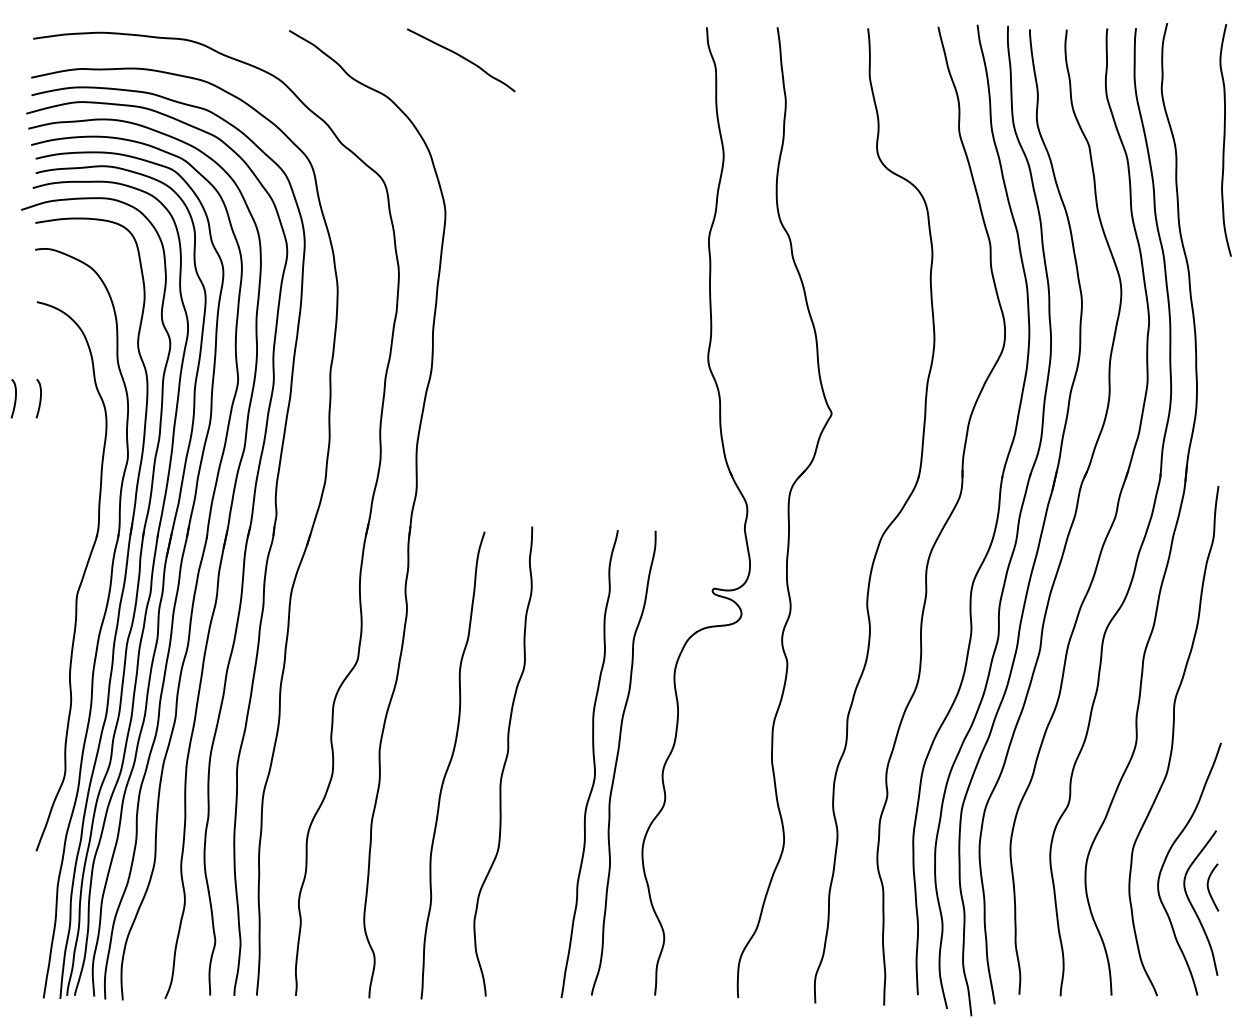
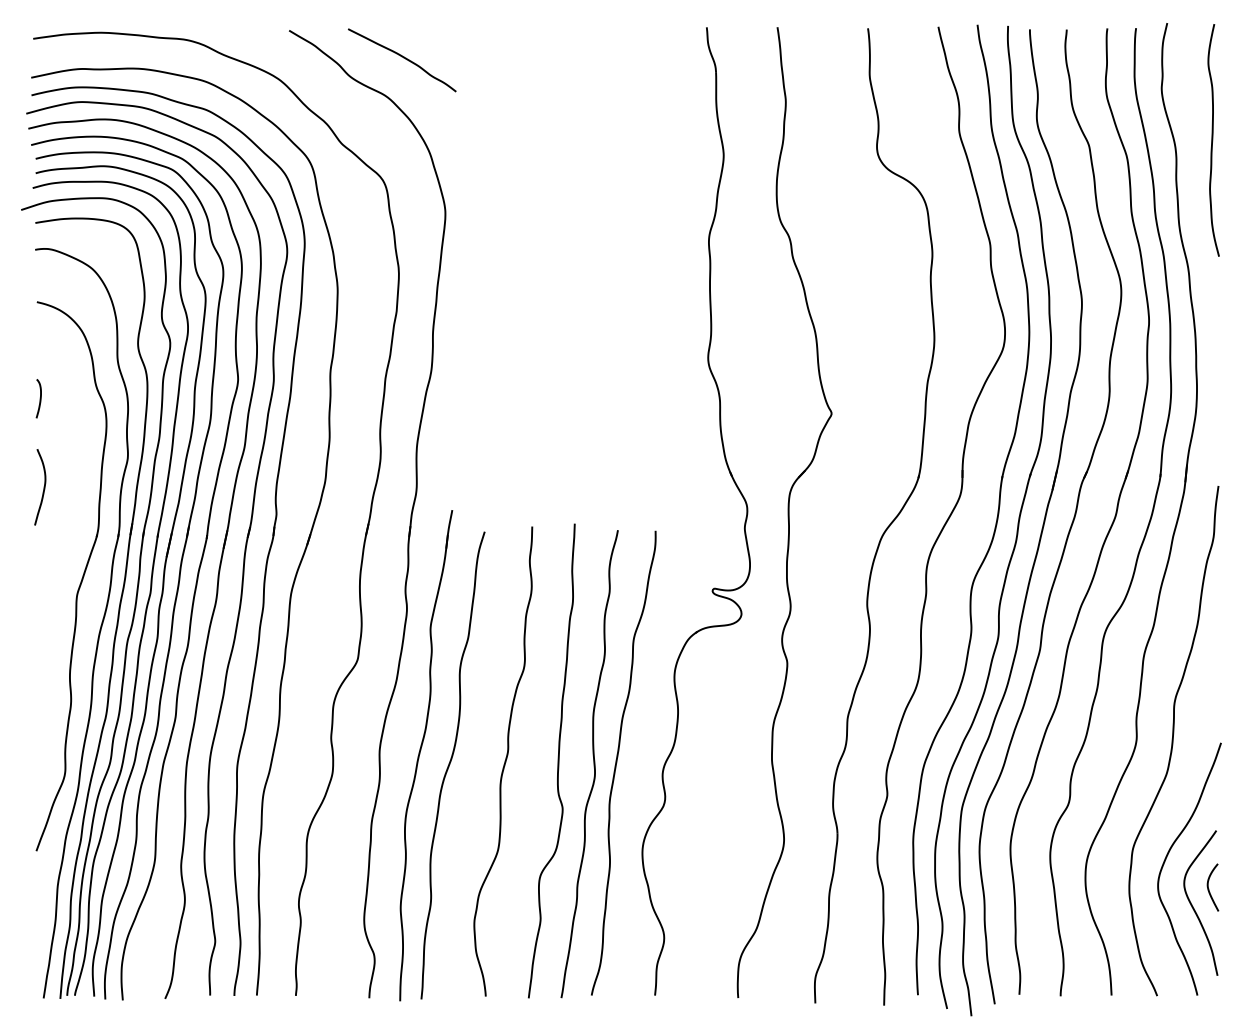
curve at (462, 58) position: (462, 58) -> (403, 58)
curve at (1225, 140) position: (1225, 140) -> (1213, 140)
curve at (14, 398): present -> none
curve at (43, 487): none -> present
part at (420, 754): none -> present
curve at (557, 760): none -> present
